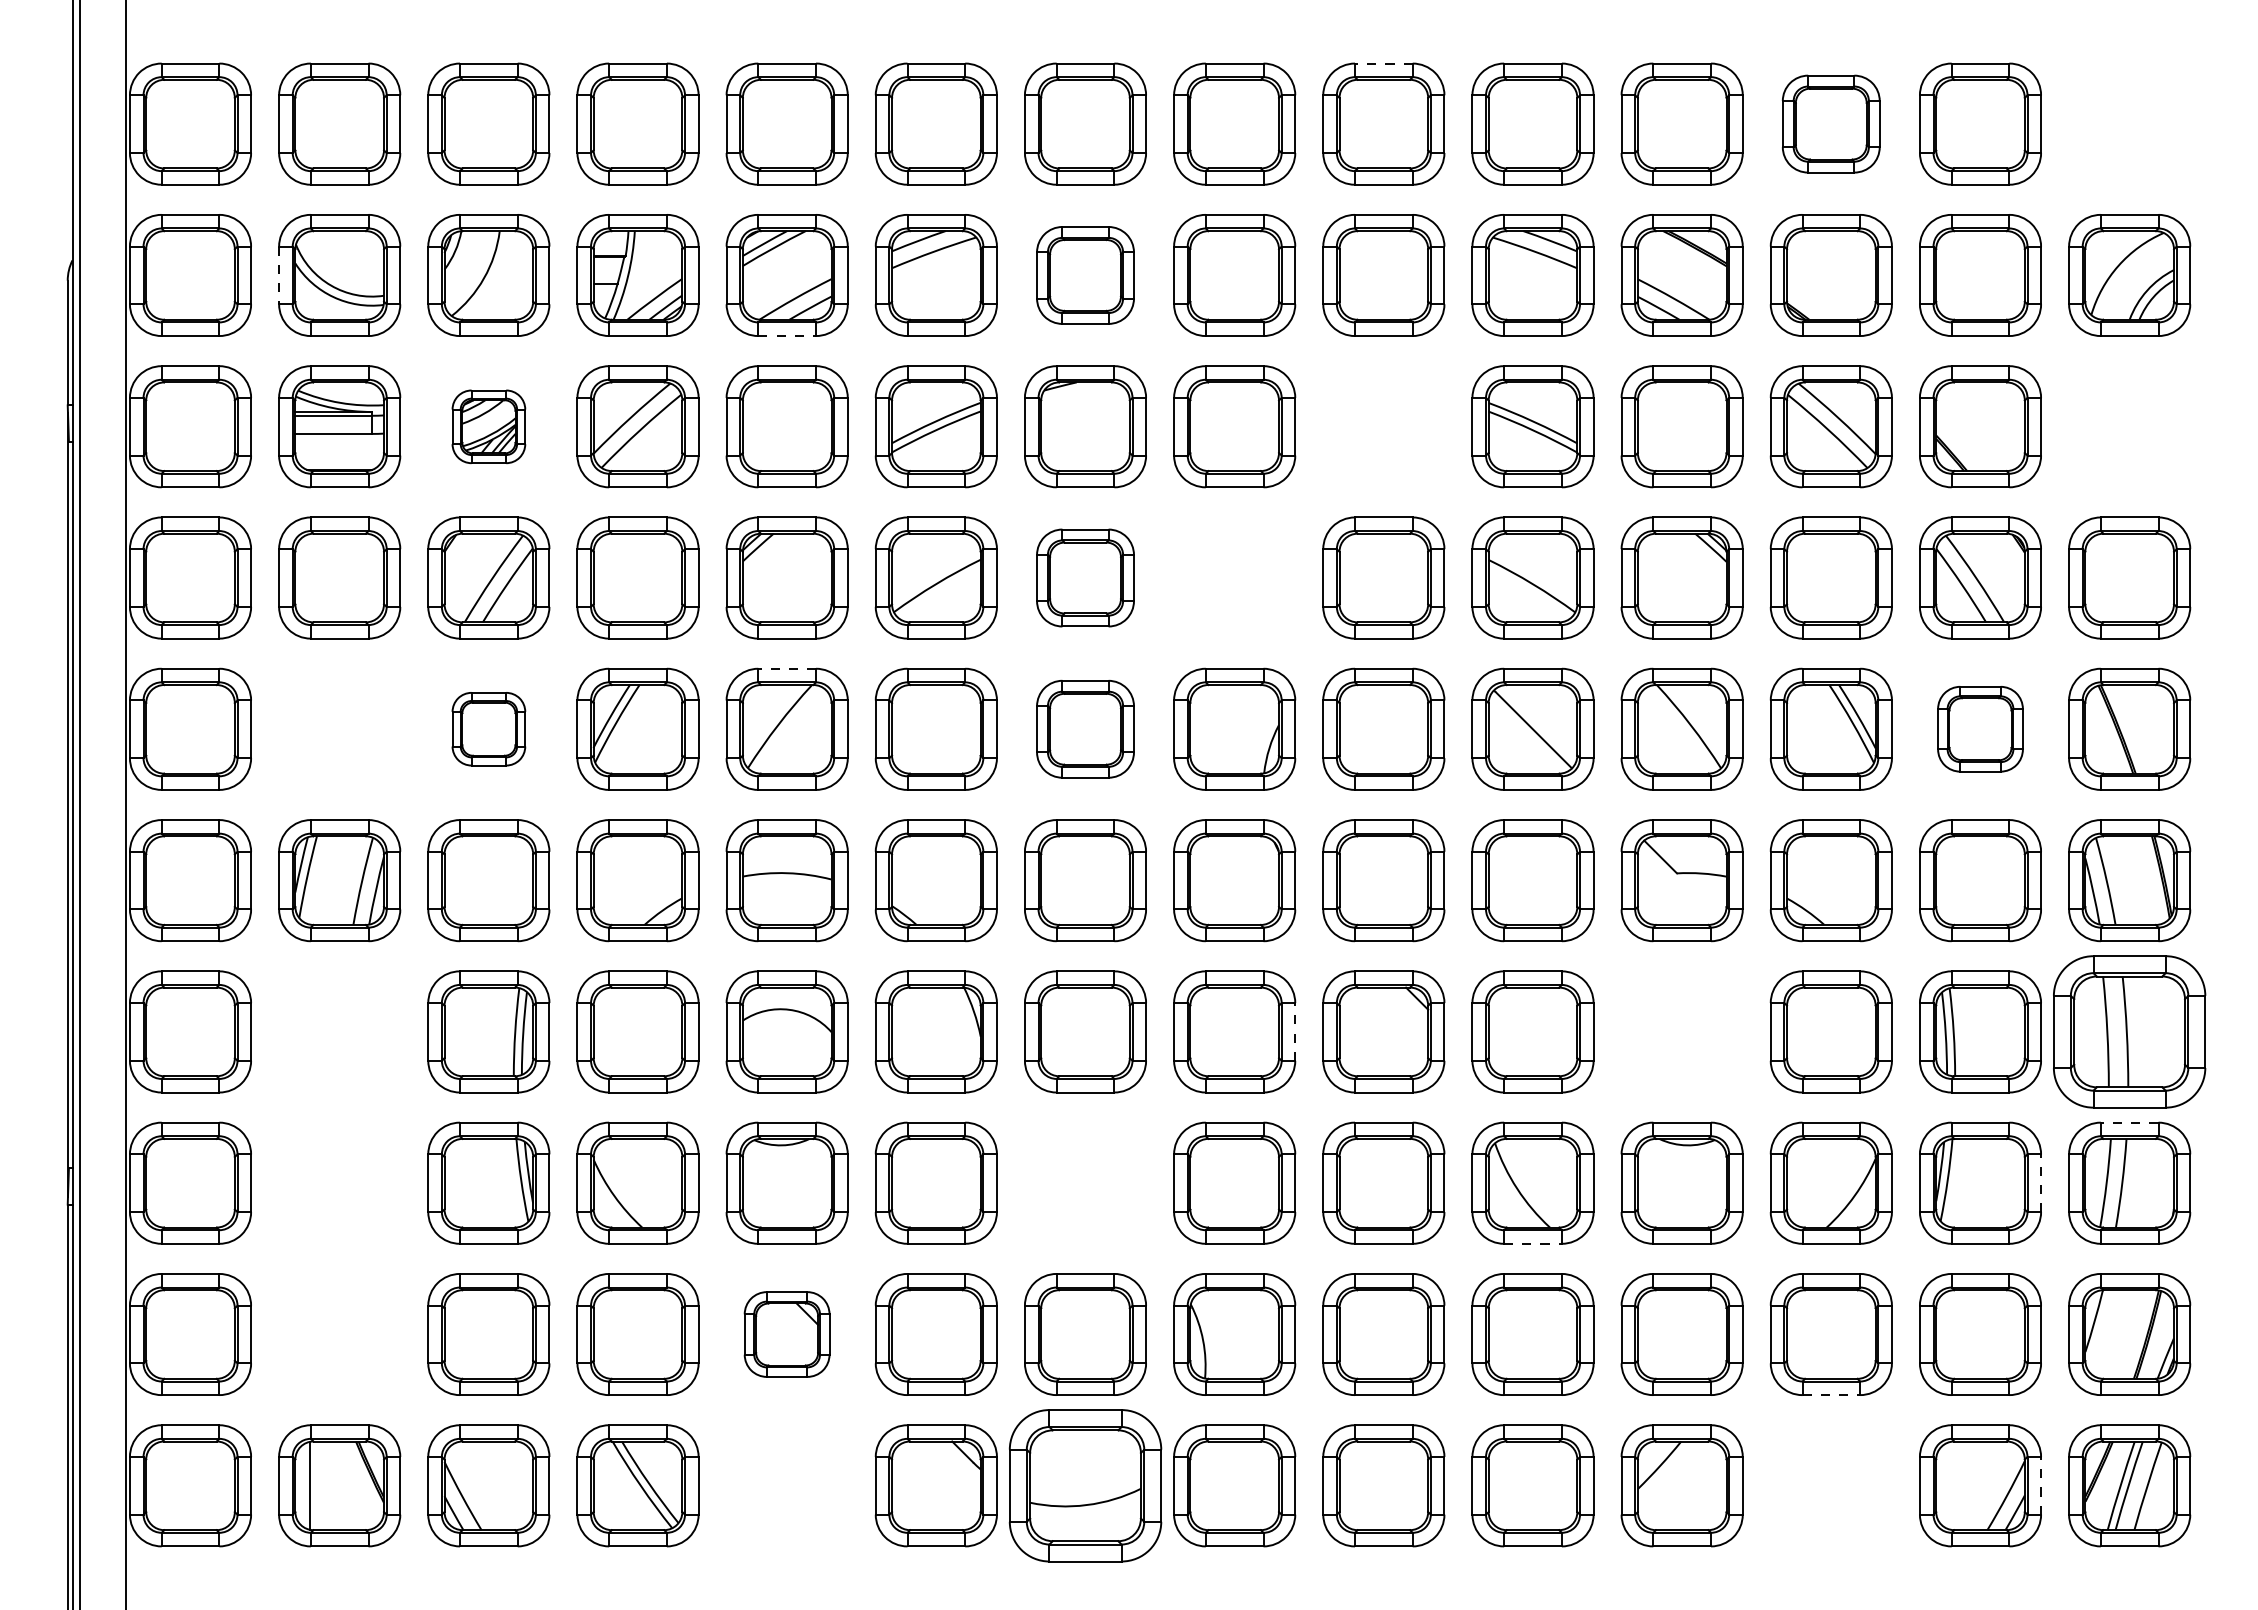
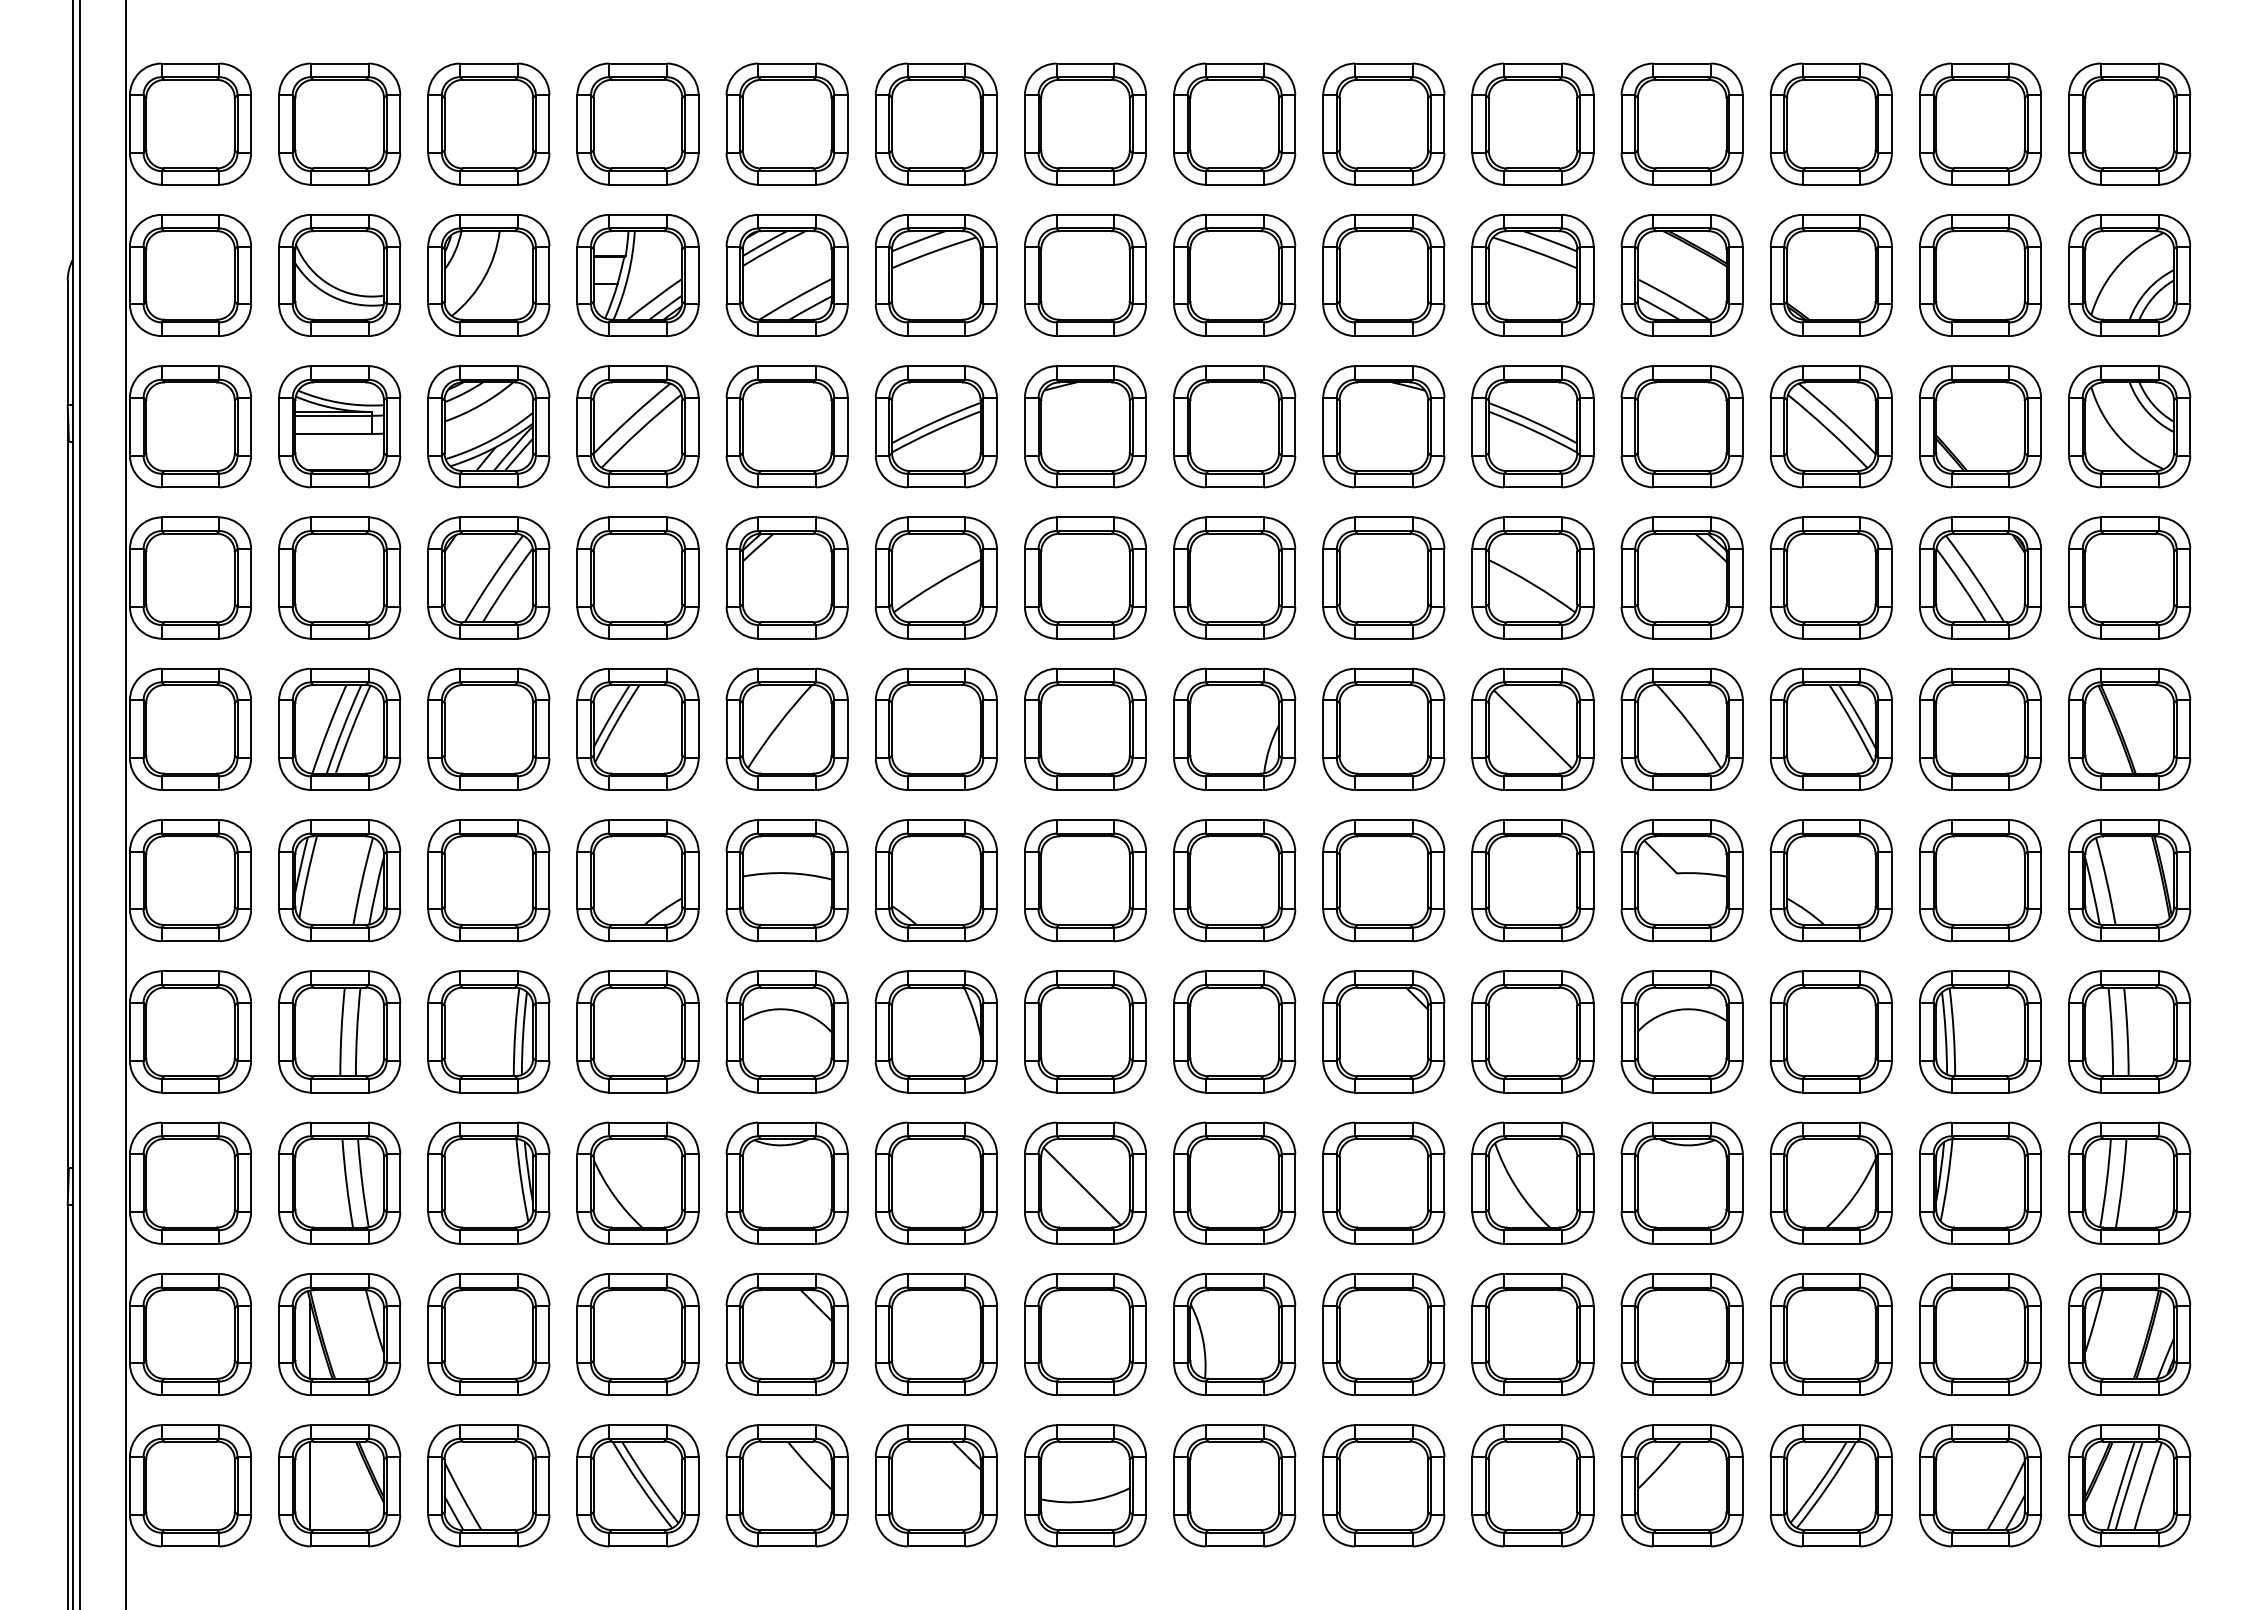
line at (1383, 63): dashed -> solid
part at (1830, 123) size: 100x100 px -> 124x124 px
part at (2129, 123): none -> present
line at (279, 275): dashed -> solid
part at (1085, 275) size: 99x99 px -> 123x123 px
line at (787, 336): dashed -> solid
part at (488, 426) size: 76x75 px -> 124x124 px
part at (1383, 426): none -> present
part at (2129, 426): none -> present
part at (1085, 577) size: 99x100 px -> 123x124 px
part at (1234, 577): none -> present
line at (787, 668): dashed -> solid
part at (339, 728): none -> present
part at (1085, 728) size: 99x100 px -> 123x124 px
part at (488, 729) size: 76x75 px -> 124x124 px
part at (1980, 729) size: 87x87 px -> 123x124 px
part at (339, 1031): none -> present
line at (1295, 1031): dashed -> solid
part at (1681, 1031): none -> present
part at (2129, 1031) size: 154x154 px -> 124x124 px
line at (2129, 1122): dashed -> solid
part at (339, 1182): none -> present
part at (1085, 1182): none -> present
line at (2041, 1183): dashed -> solid
line at (1533, 1243): dashed -> solid
part at (339, 1334): none -> present
part at (786, 1334) size: 88x87 px -> 124x123 px
line at (1831, 1395): dashed -> solid
part at (786, 1485): none -> present
part at (1085, 1485) size: 155x154 px -> 123x124 px
part at (1830, 1485): none -> present
line at (2041, 1485): dashed -> solid
